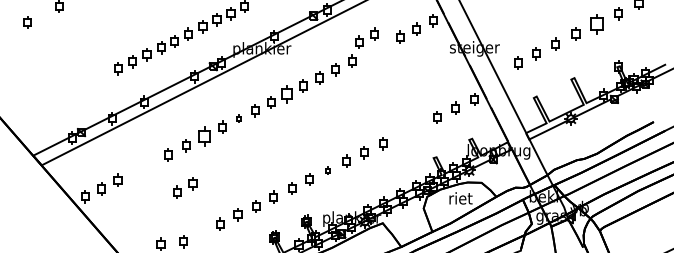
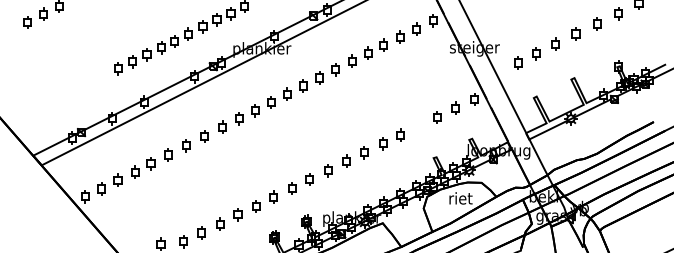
part at (43, 13): none -> present
part at (596, 24) size: 14x21 px -> 9x14 px
part at (366, 37) position: (366, 37) -> (375, 48)
part at (286, 94) size: 12x19 px -> 9x14 px
part at (238, 118) size: 6x9 px -> 9x14 px
part at (400, 134): none -> present
part at (204, 136) size: 13x21 px -> 9x13 px
part at (327, 170) size: 6x9 px -> 9x14 px
part at (185, 187) position: (185, 187) -> (143, 167)
part at (201, 232): none -> present
